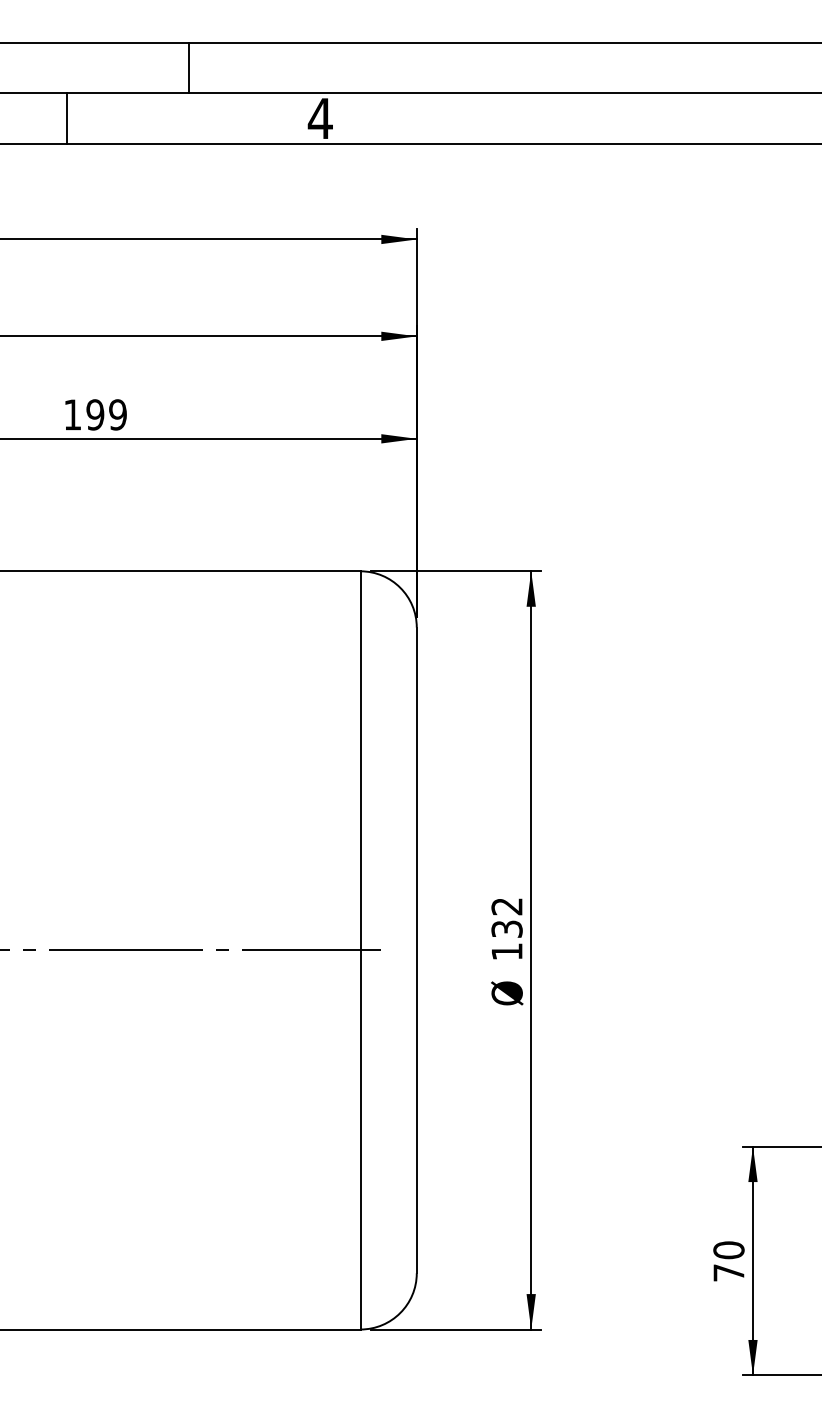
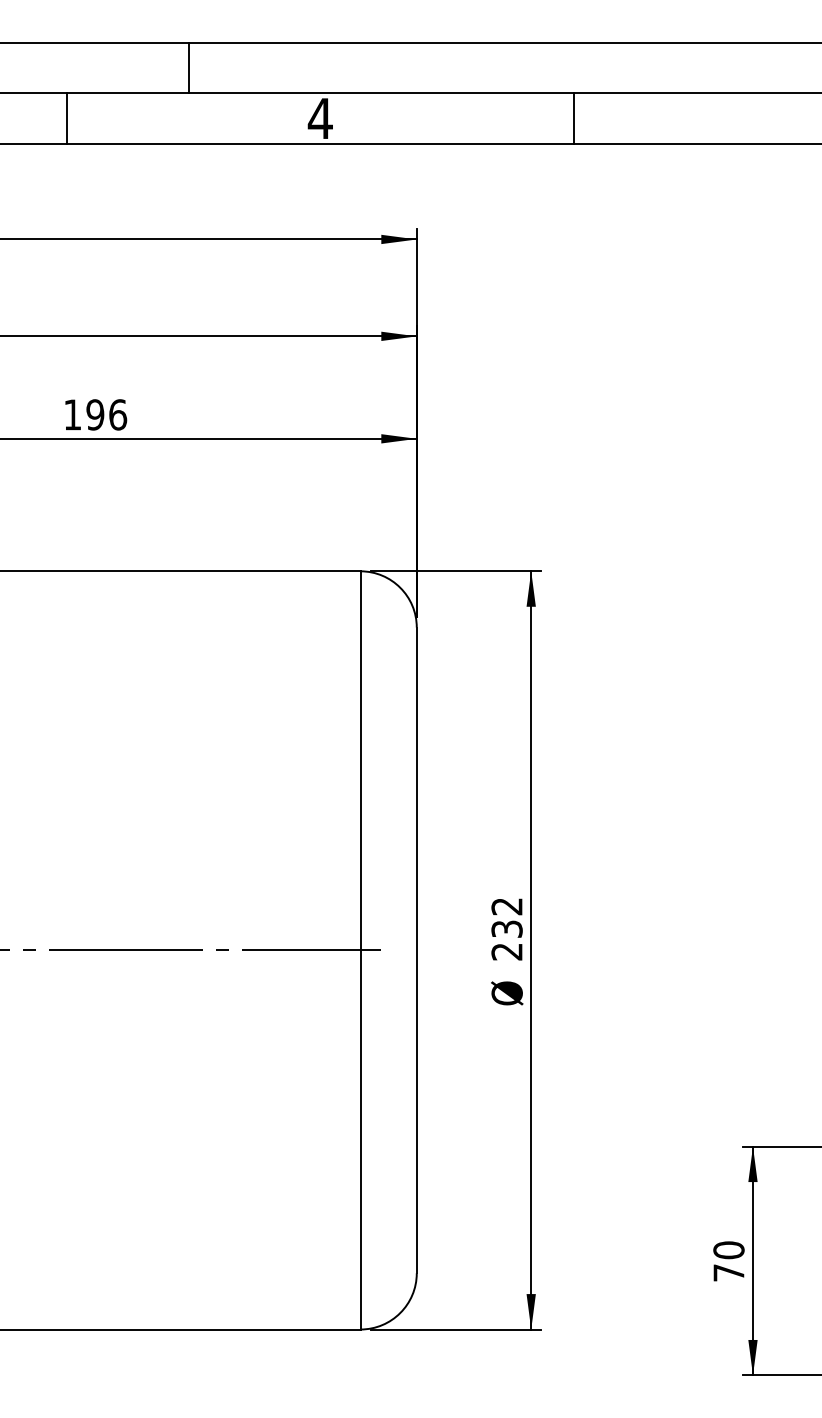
line at (574, 118): none -> present
text at (118, 414): 199 -> 196
text at (506, 951): 132 -> 232
